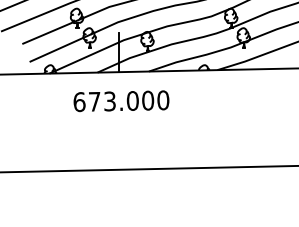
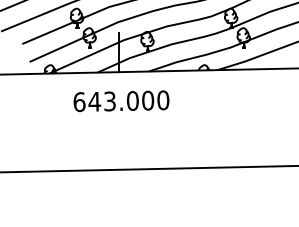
text at (94, 101): 673.000 -> 643.000
